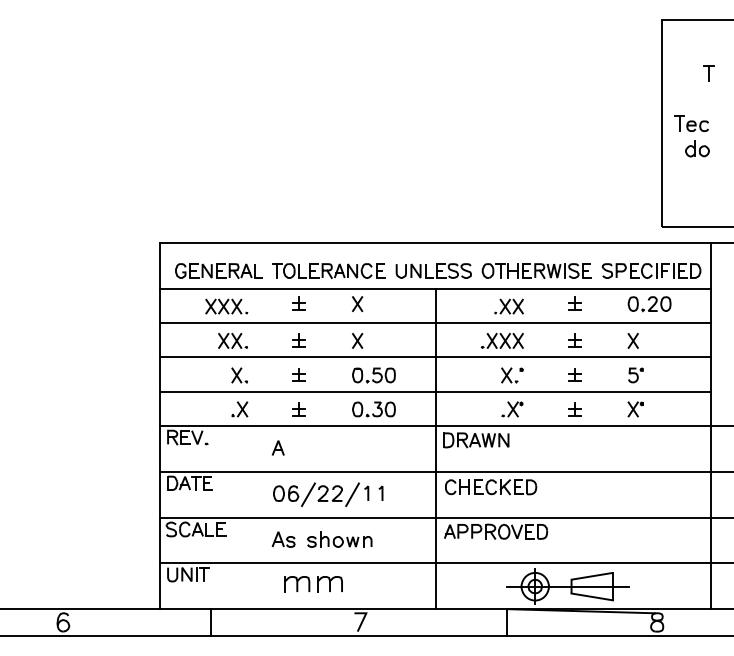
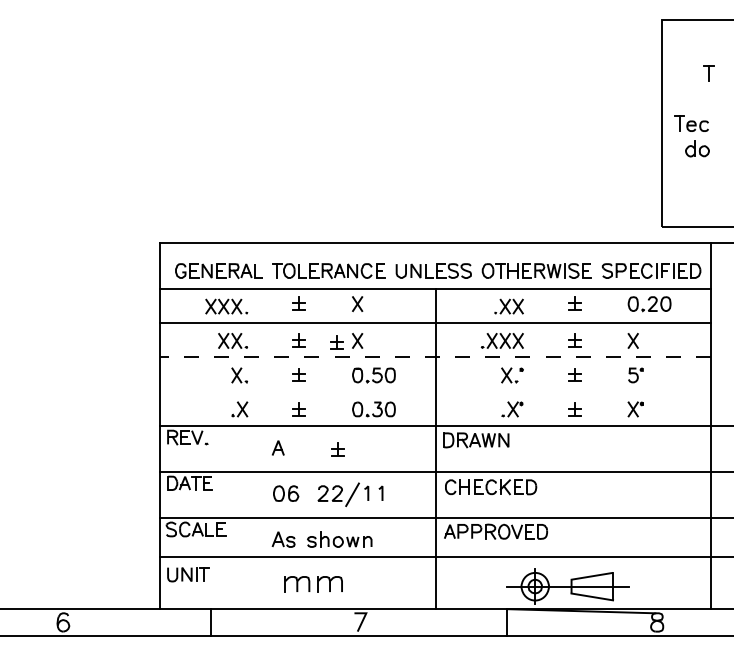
part at (336, 342): none -> present
line at (435, 357): solid -> dashed
line at (435, 391): present -> none
part at (337, 449): none -> present
line at (307, 494): present -> none
line at (445, 563) position: (445, 563) -> (445, 557)
